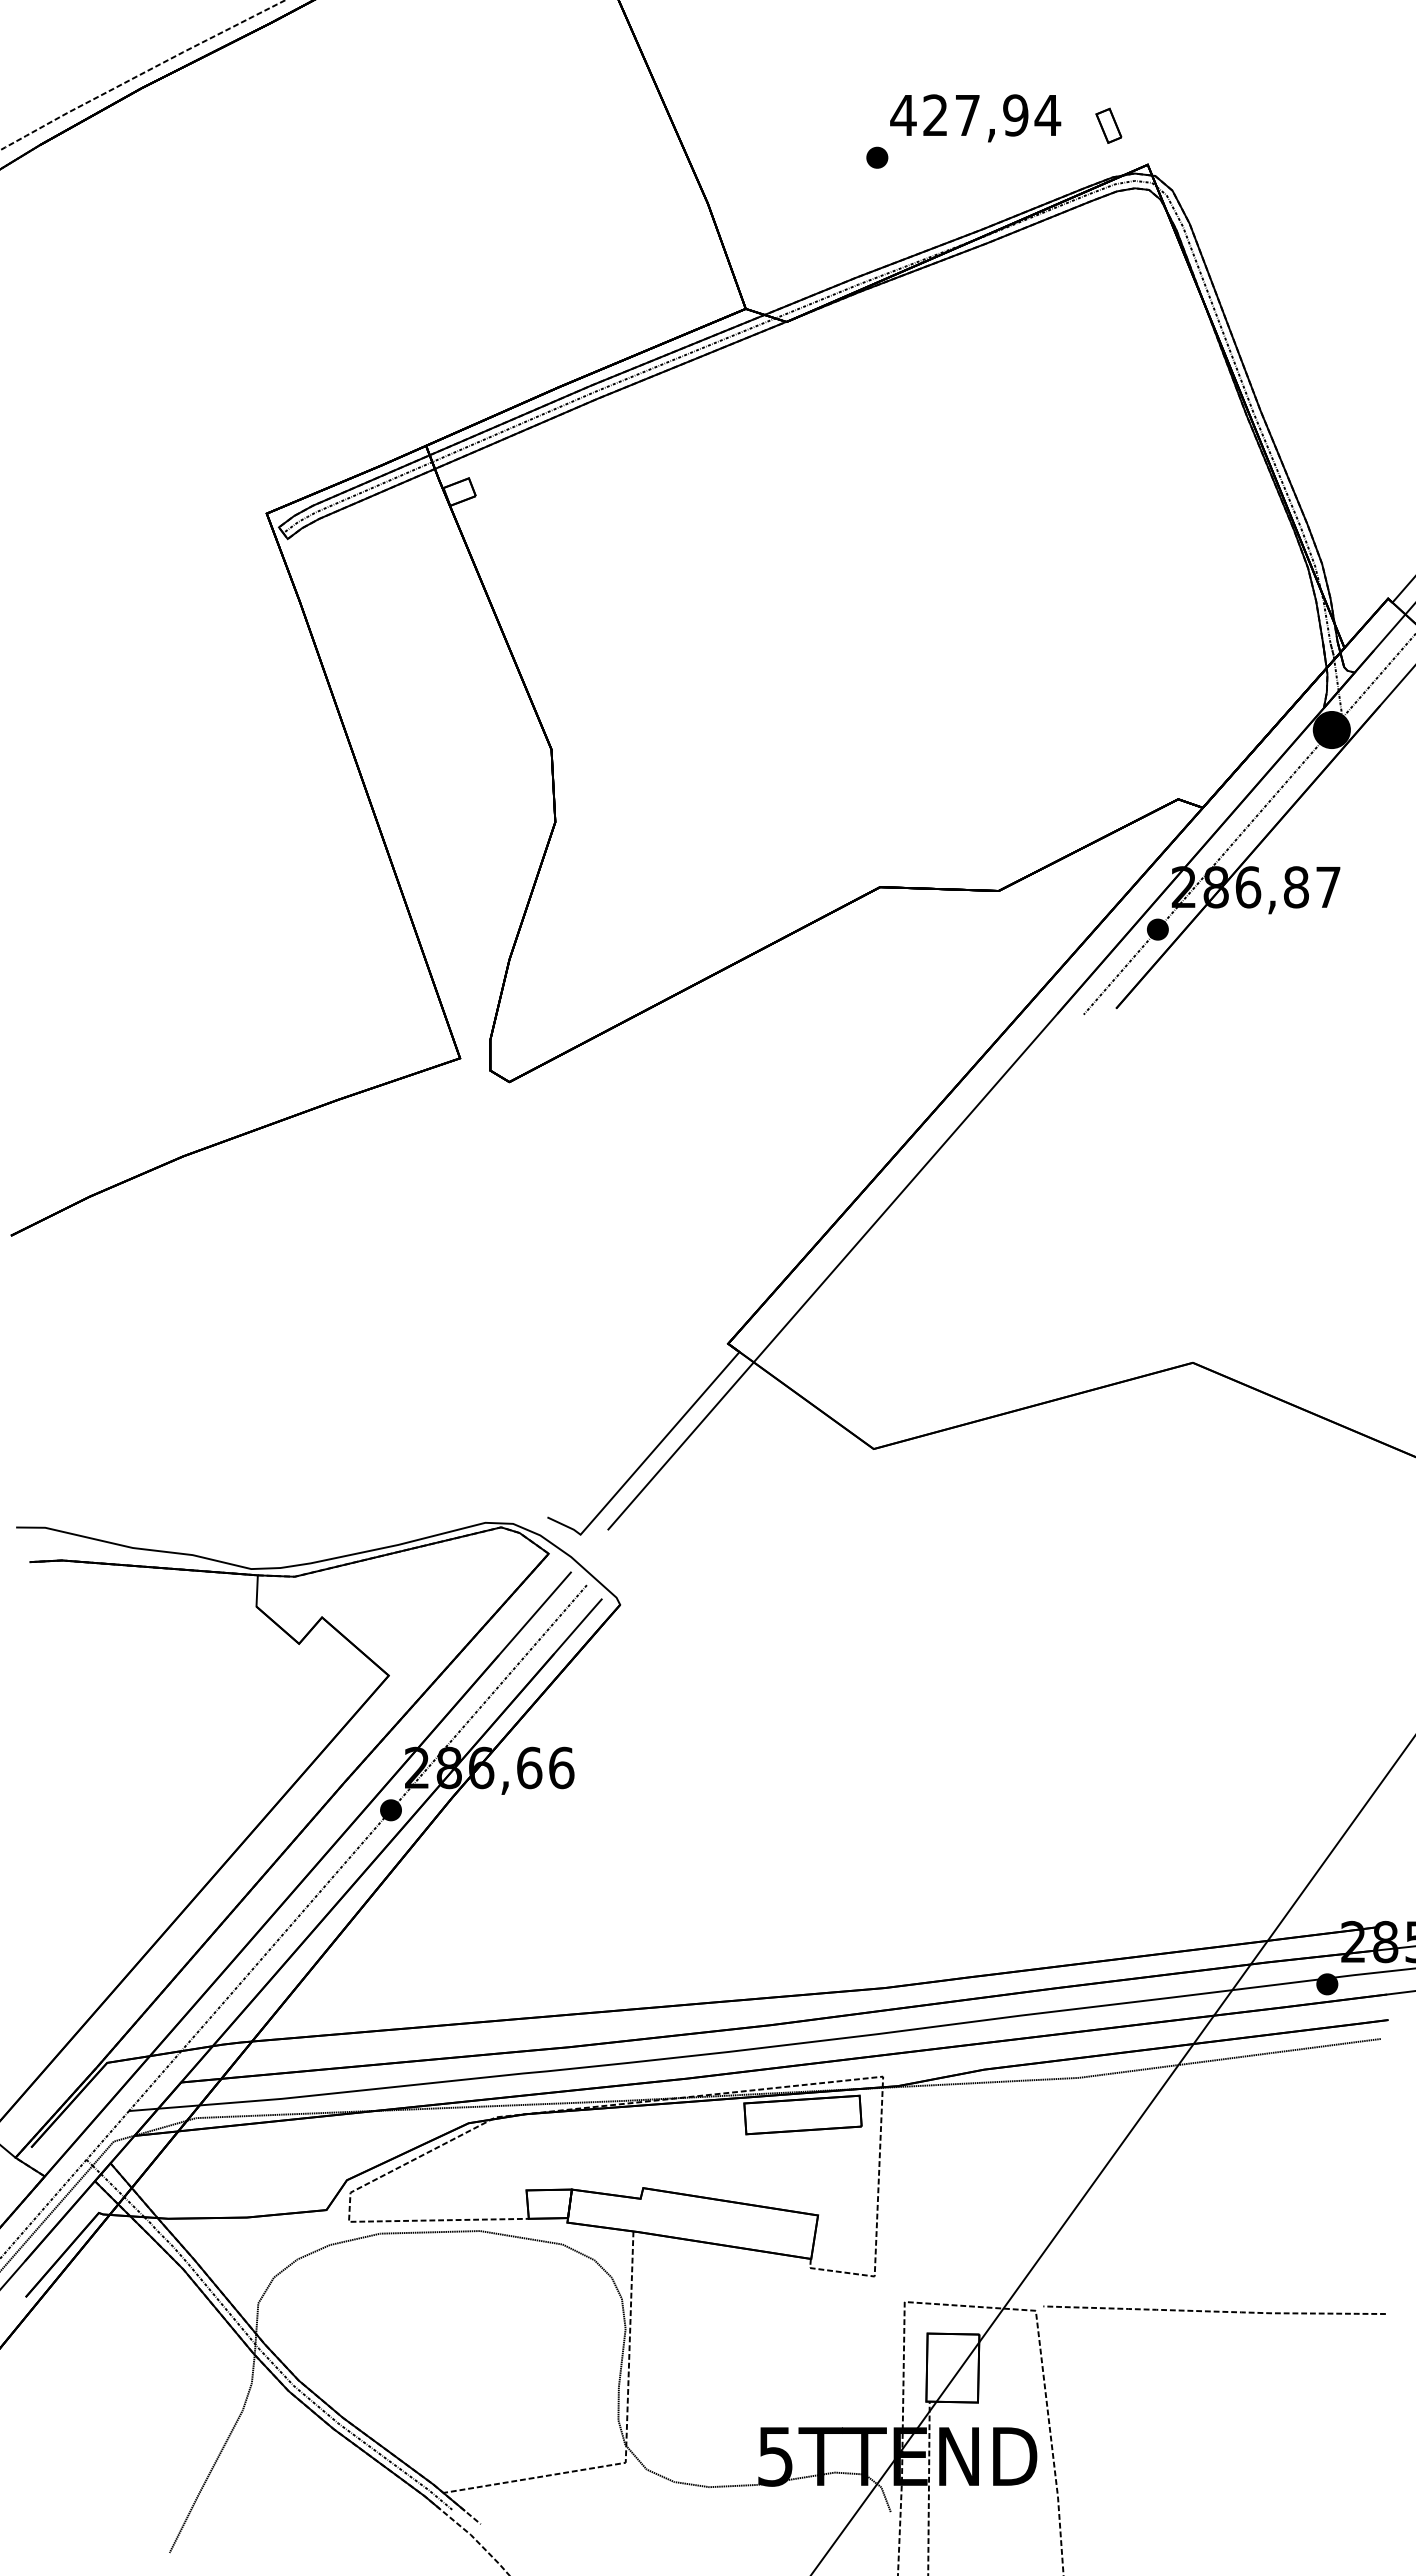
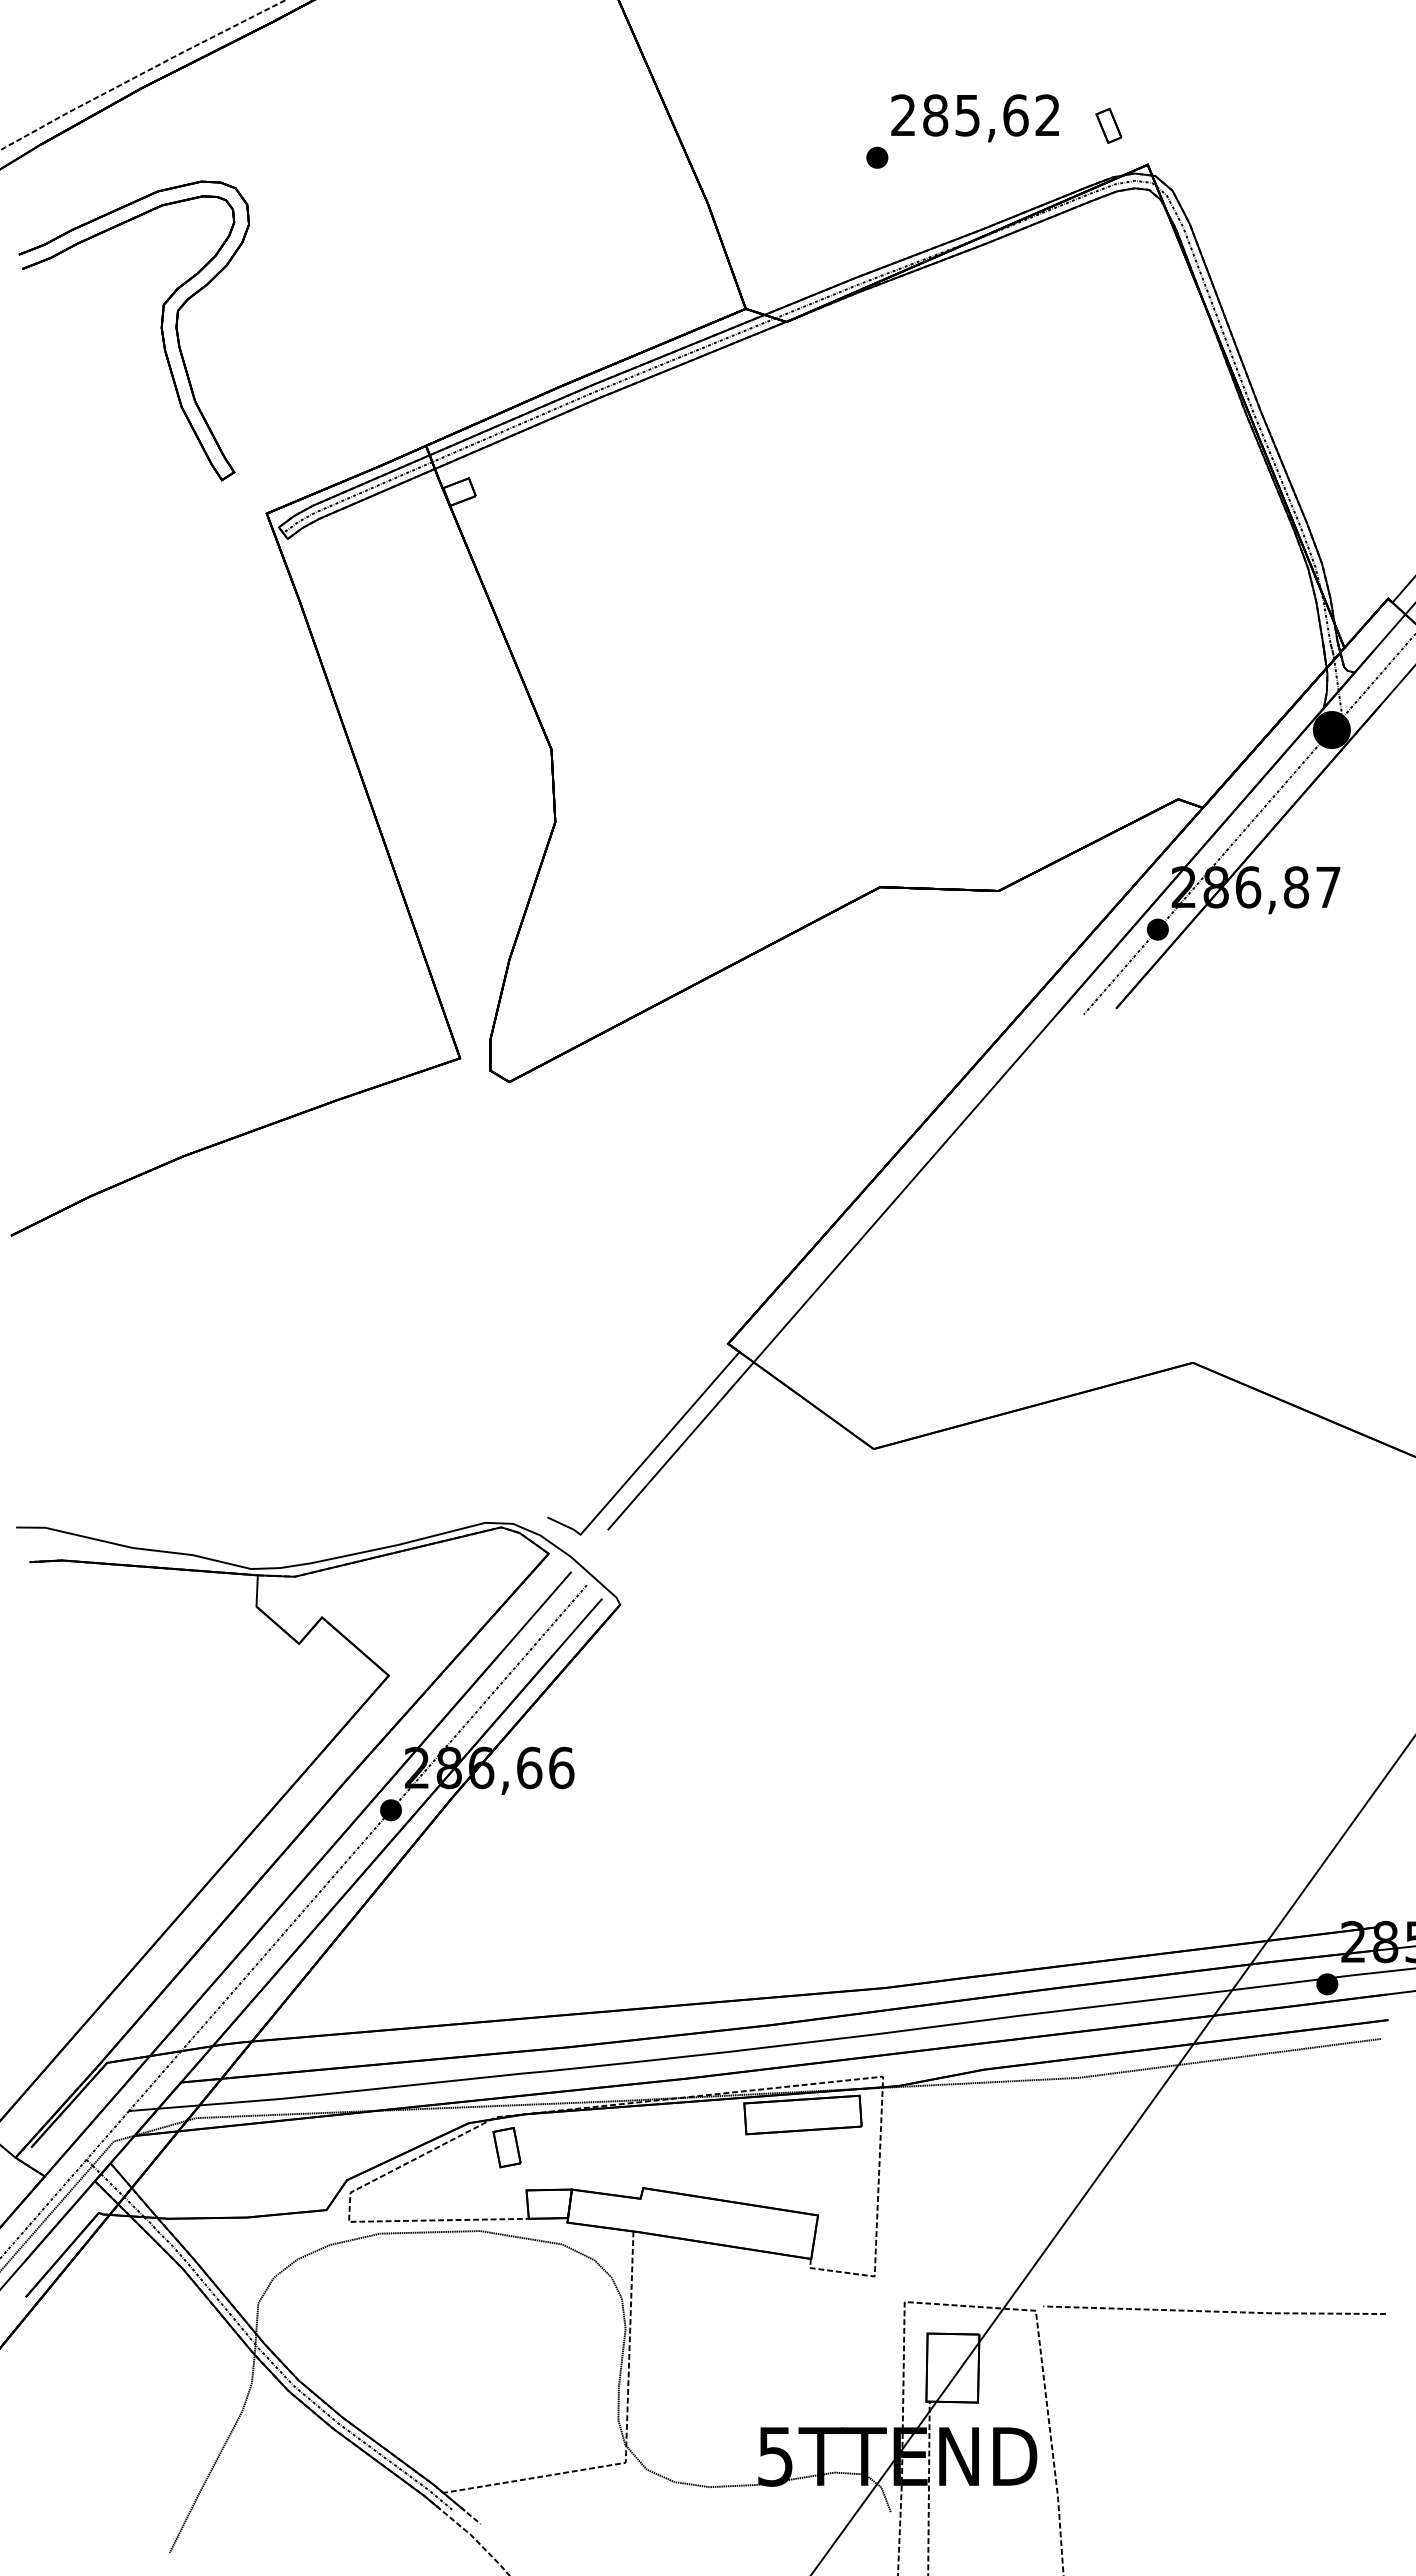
text at (975, 115): 427,94 -> 285,62
part at (160, 329): none -> present
part at (506, 2147): none -> present
